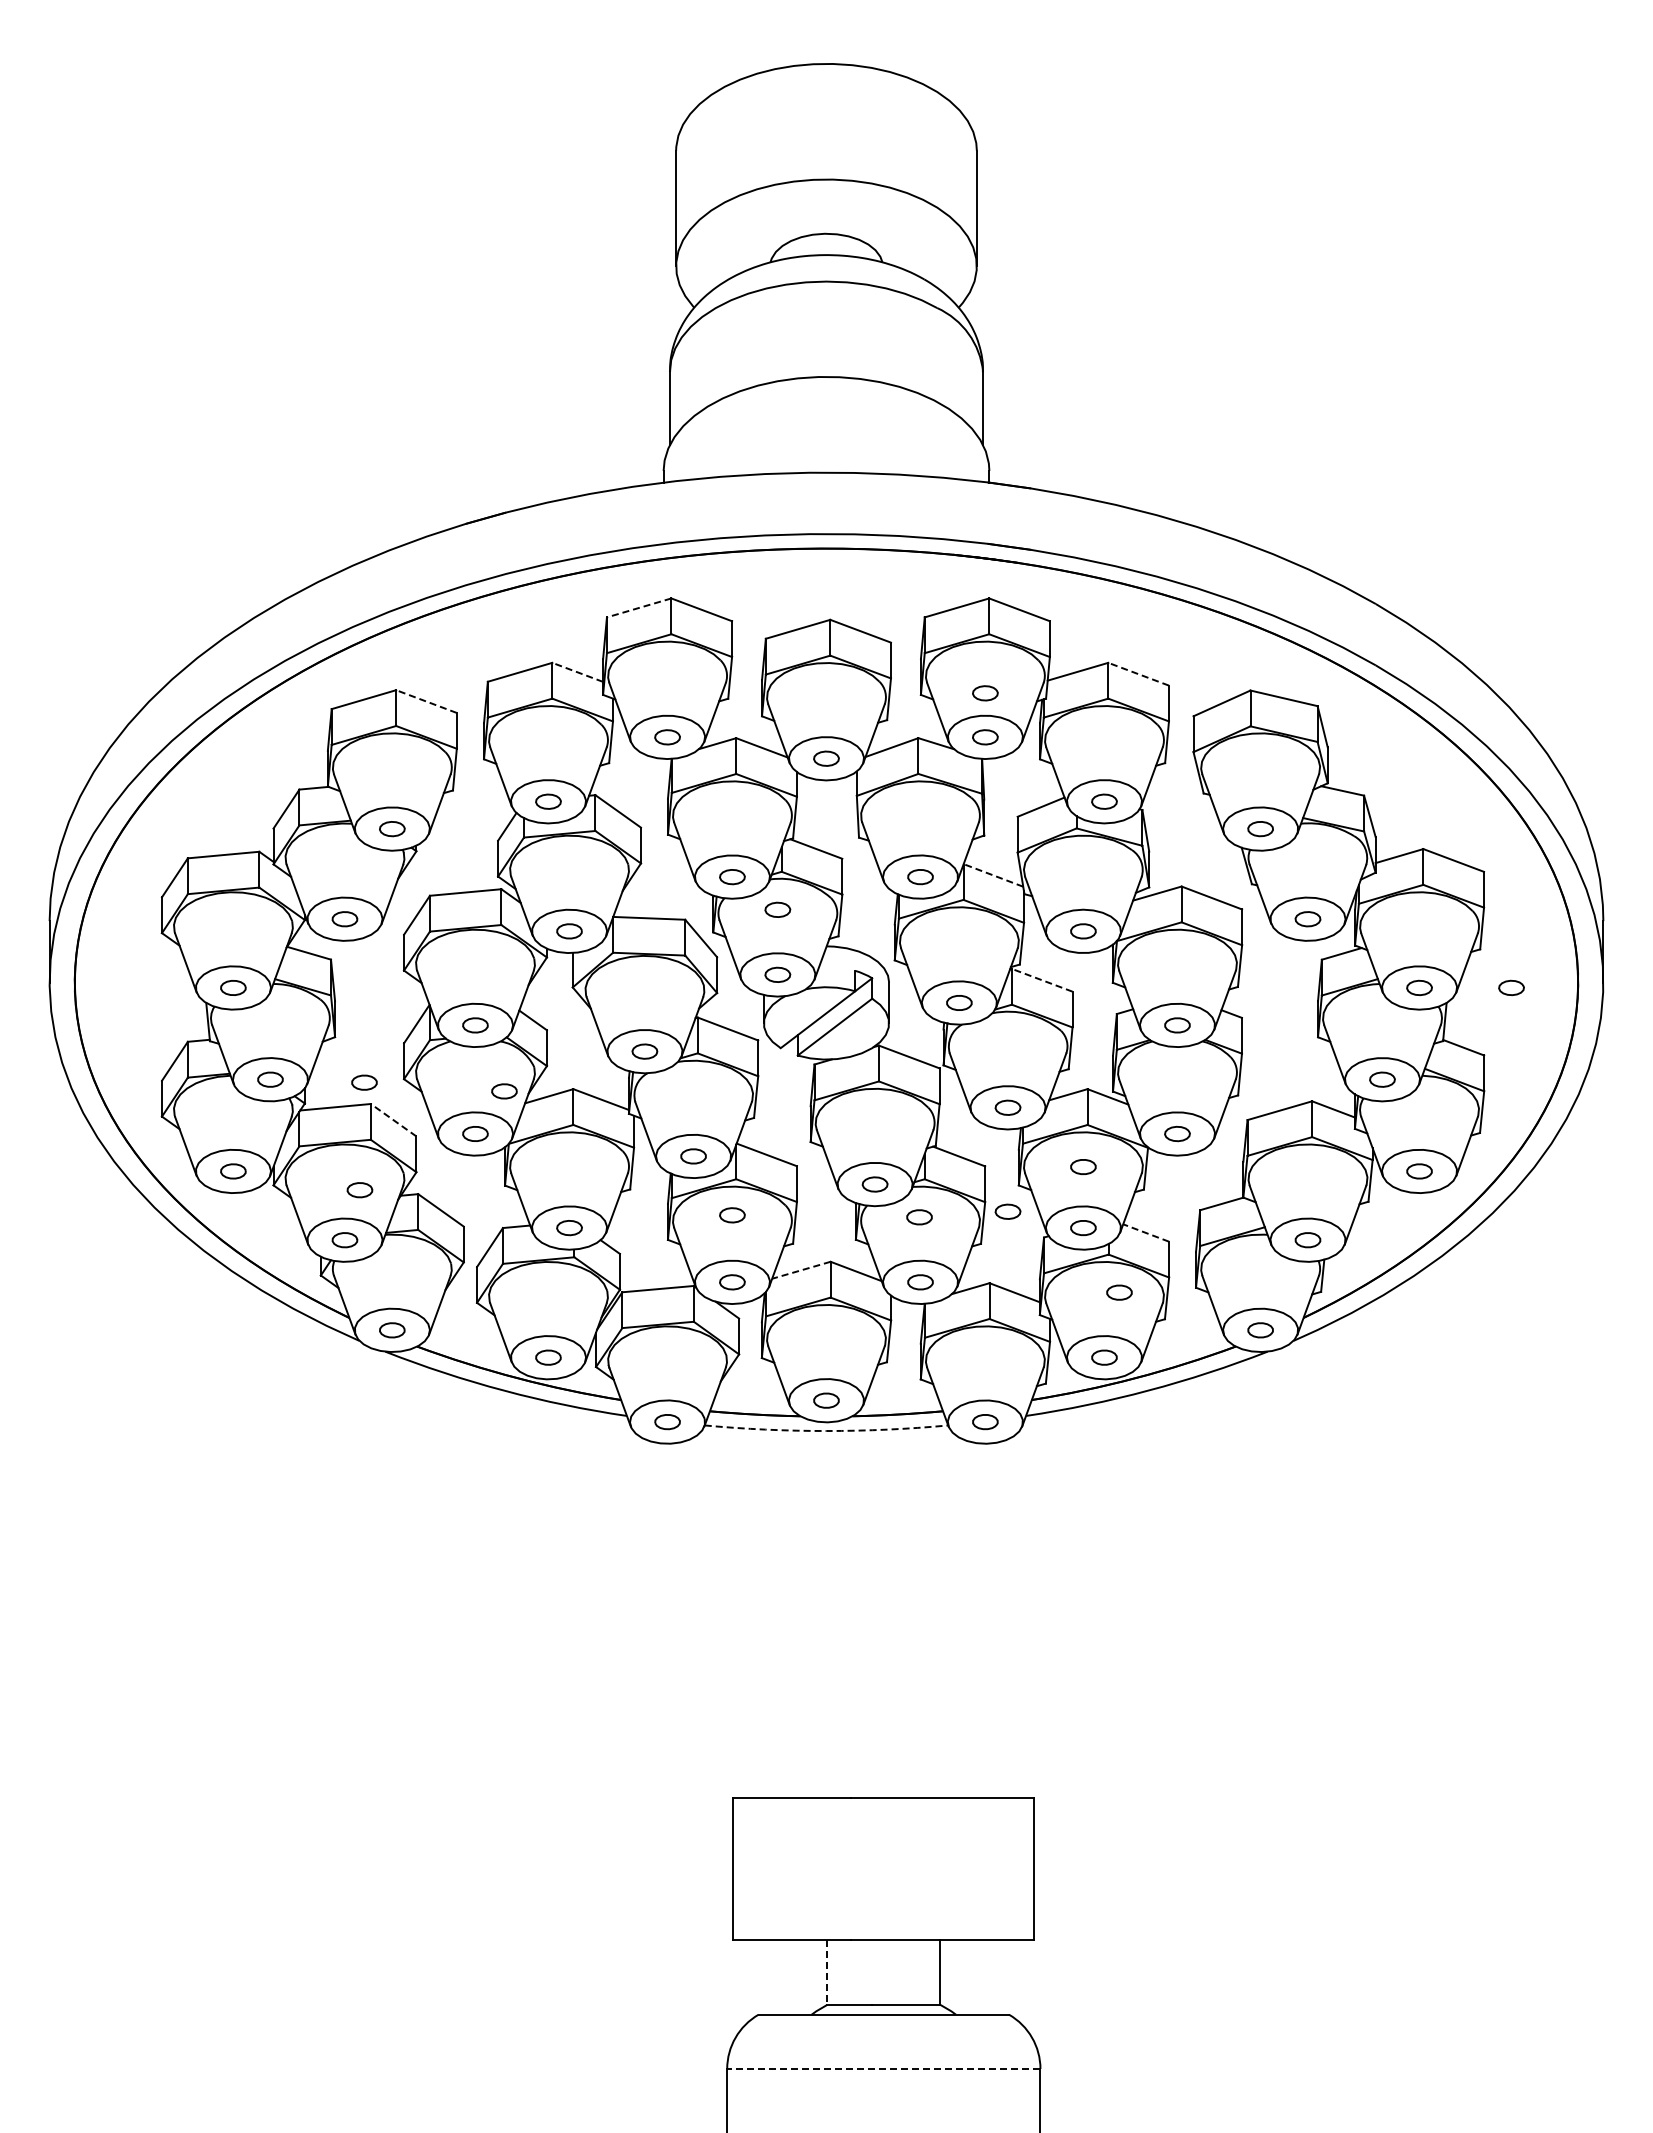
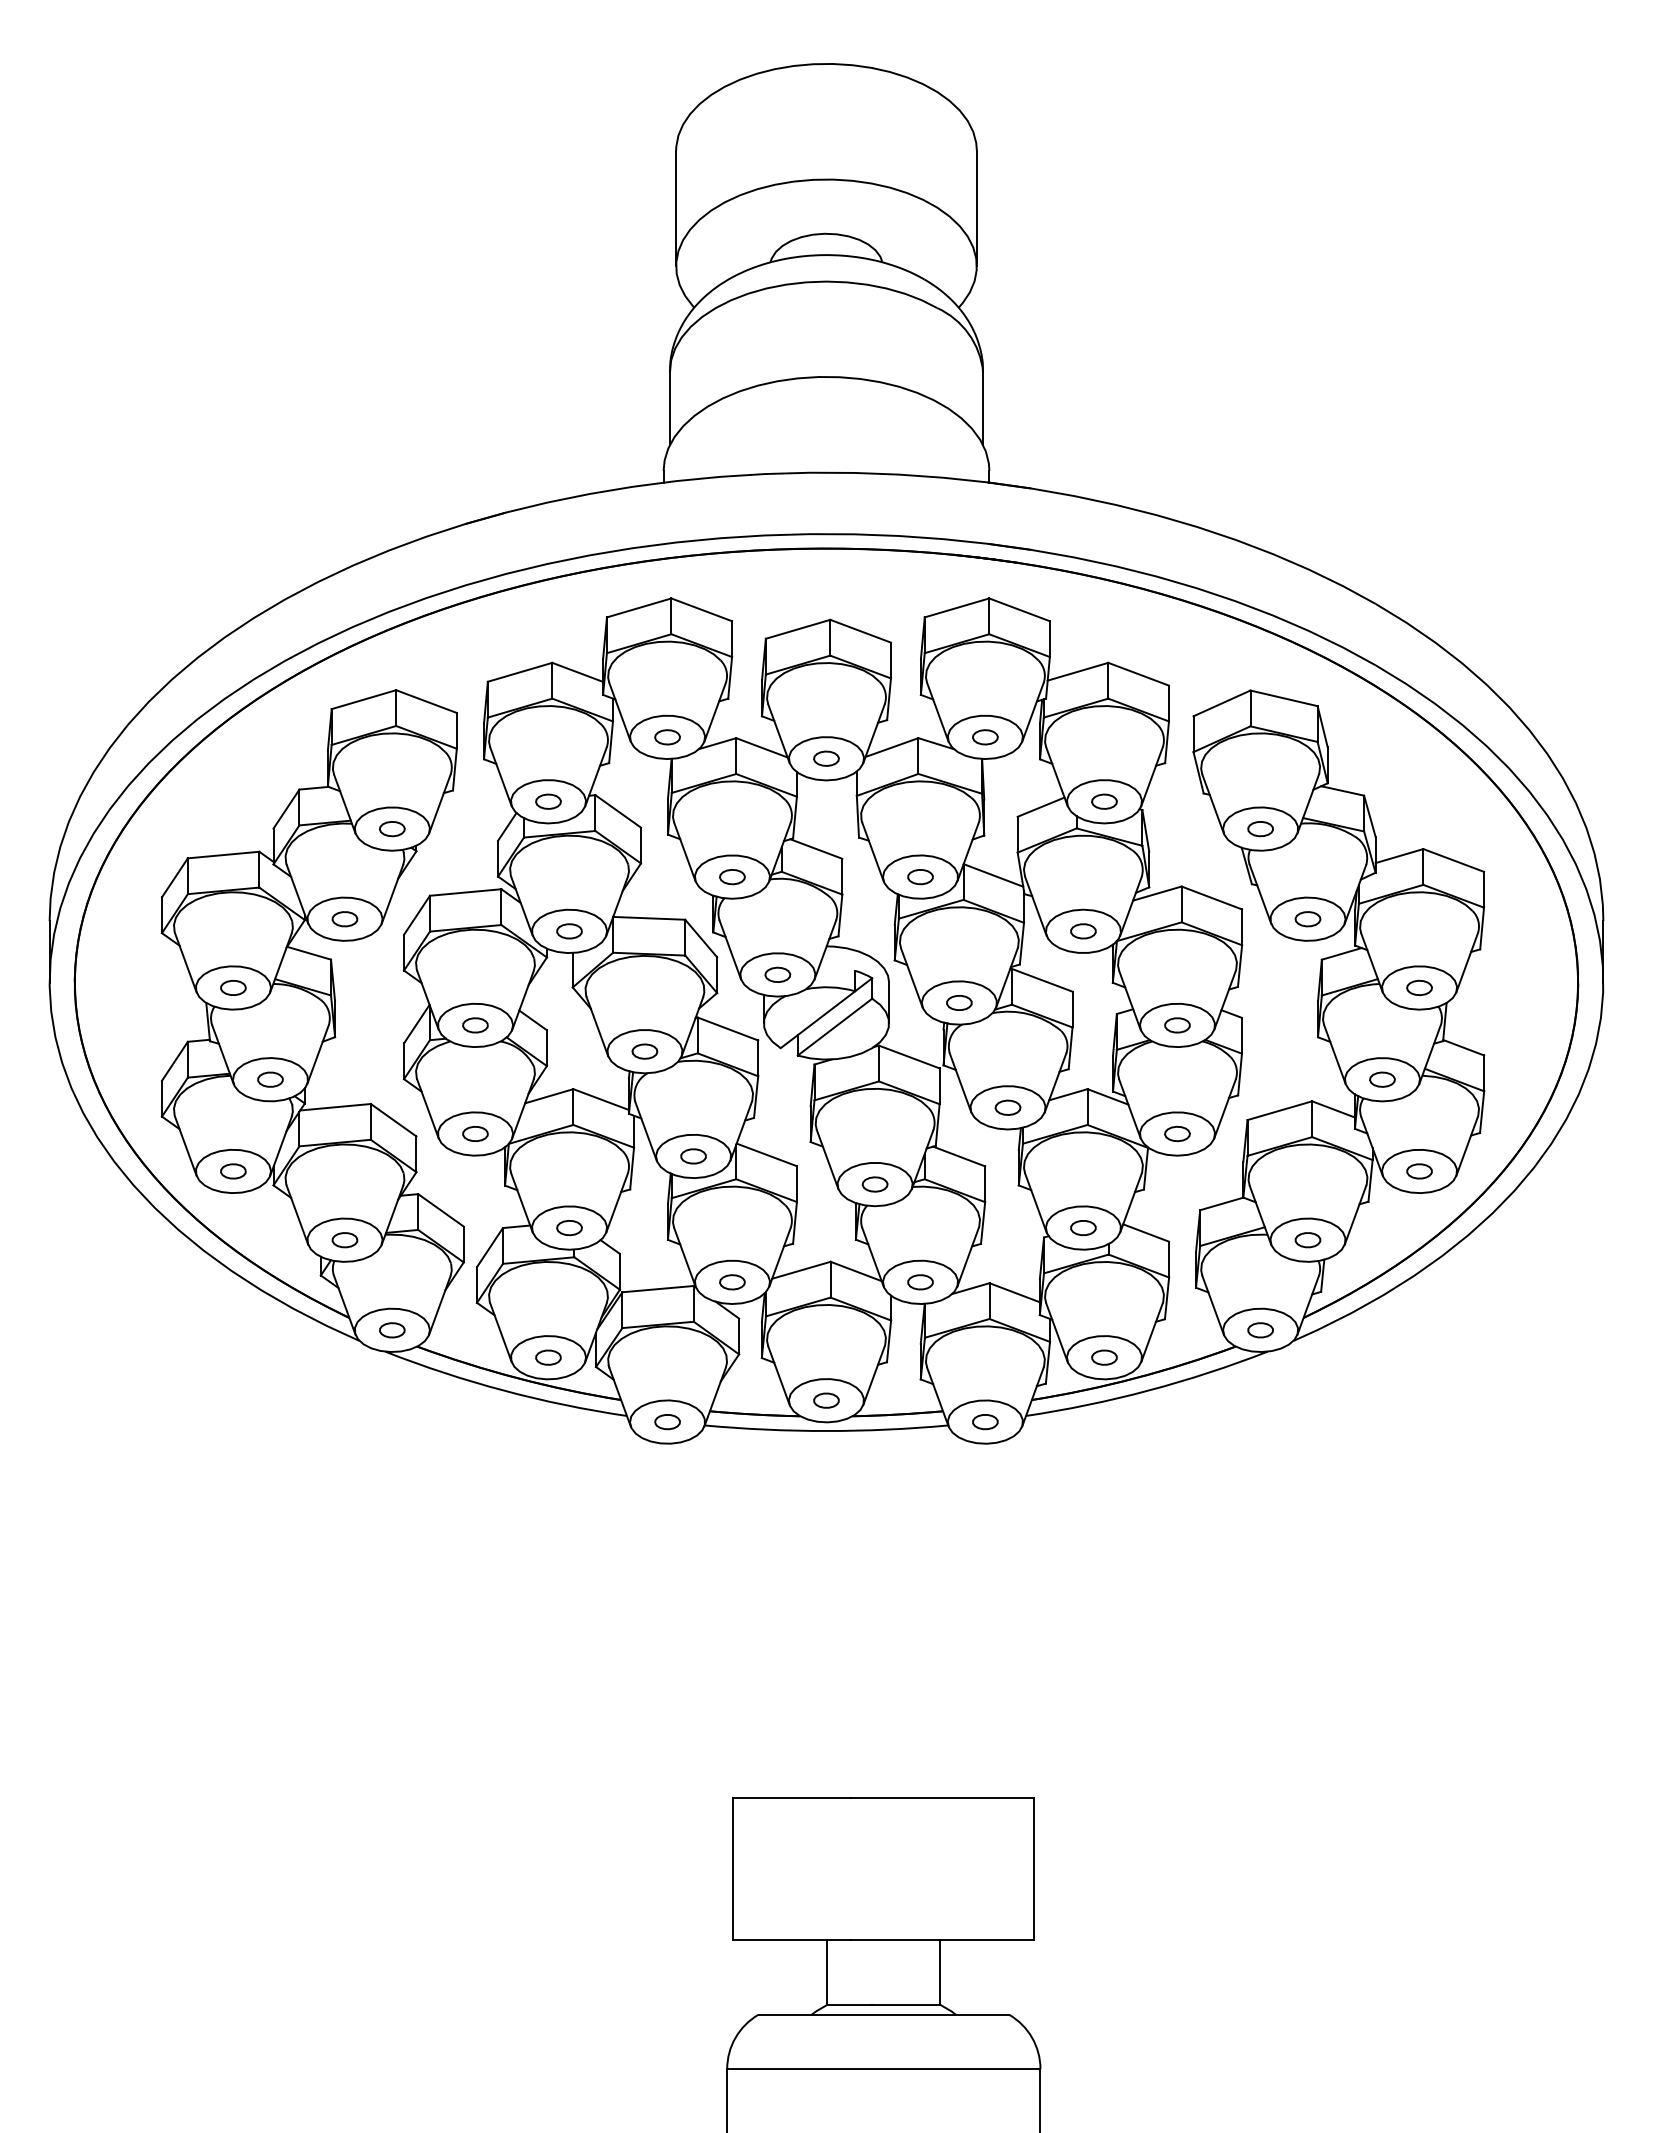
line at (639, 607): dashed -> solid
line at (577, 672): dashed -> solid
line at (1138, 674): dashed -> solid
part at (985, 693): present -> none
line at (426, 701): dashed -> solid
line at (993, 875): dashed -> solid
part at (777, 909): present -> none
line at (1041, 980): dashed -> solid
part at (1511, 987): present -> none
part at (364, 1082): present -> none
part at (504, 1091): present -> none
line at (393, 1120): dashed -> solid
part at (1083, 1166): present -> none
part at (359, 1190): present -> none
part at (1007, 1211): present -> none
part at (732, 1215): present -> none
part at (919, 1217): present -> none
line at (1146, 1233): dashed -> solid
line at (800, 1270): dashed -> solid
part at (1119, 1292): present -> none
arc at (826, 1431): dashed -> solid
line at (827, 1972): dashed -> solid
line at (883, 2069): dashed -> solid
